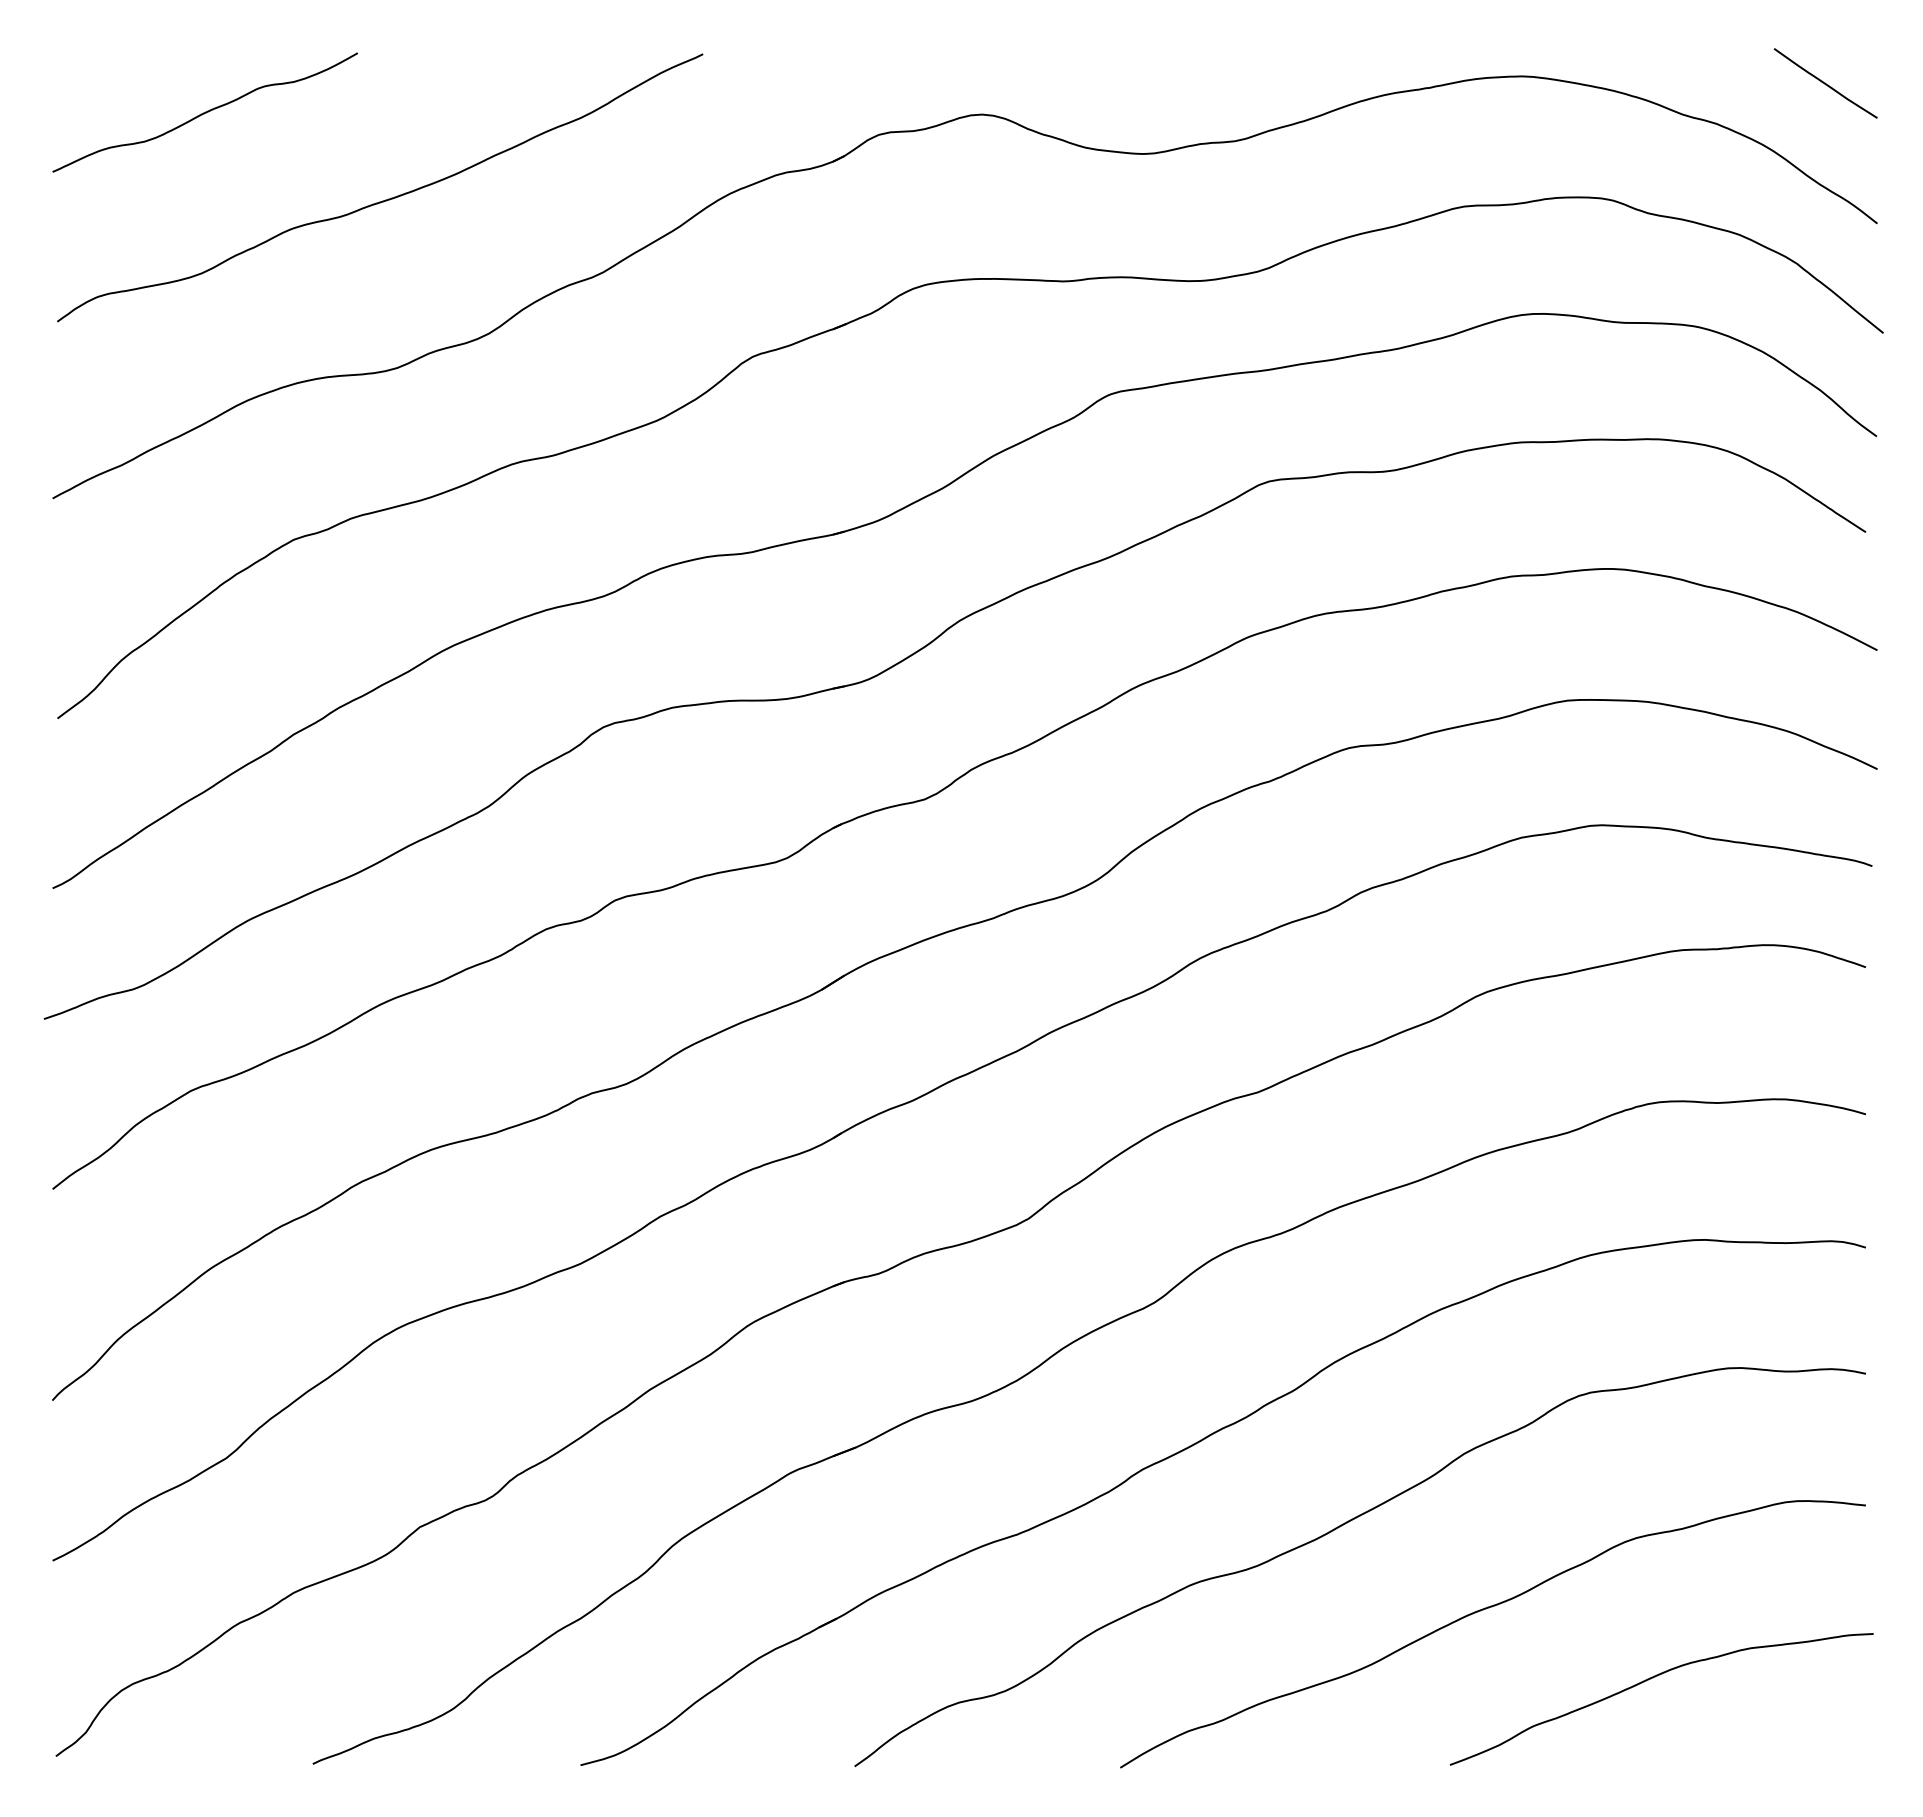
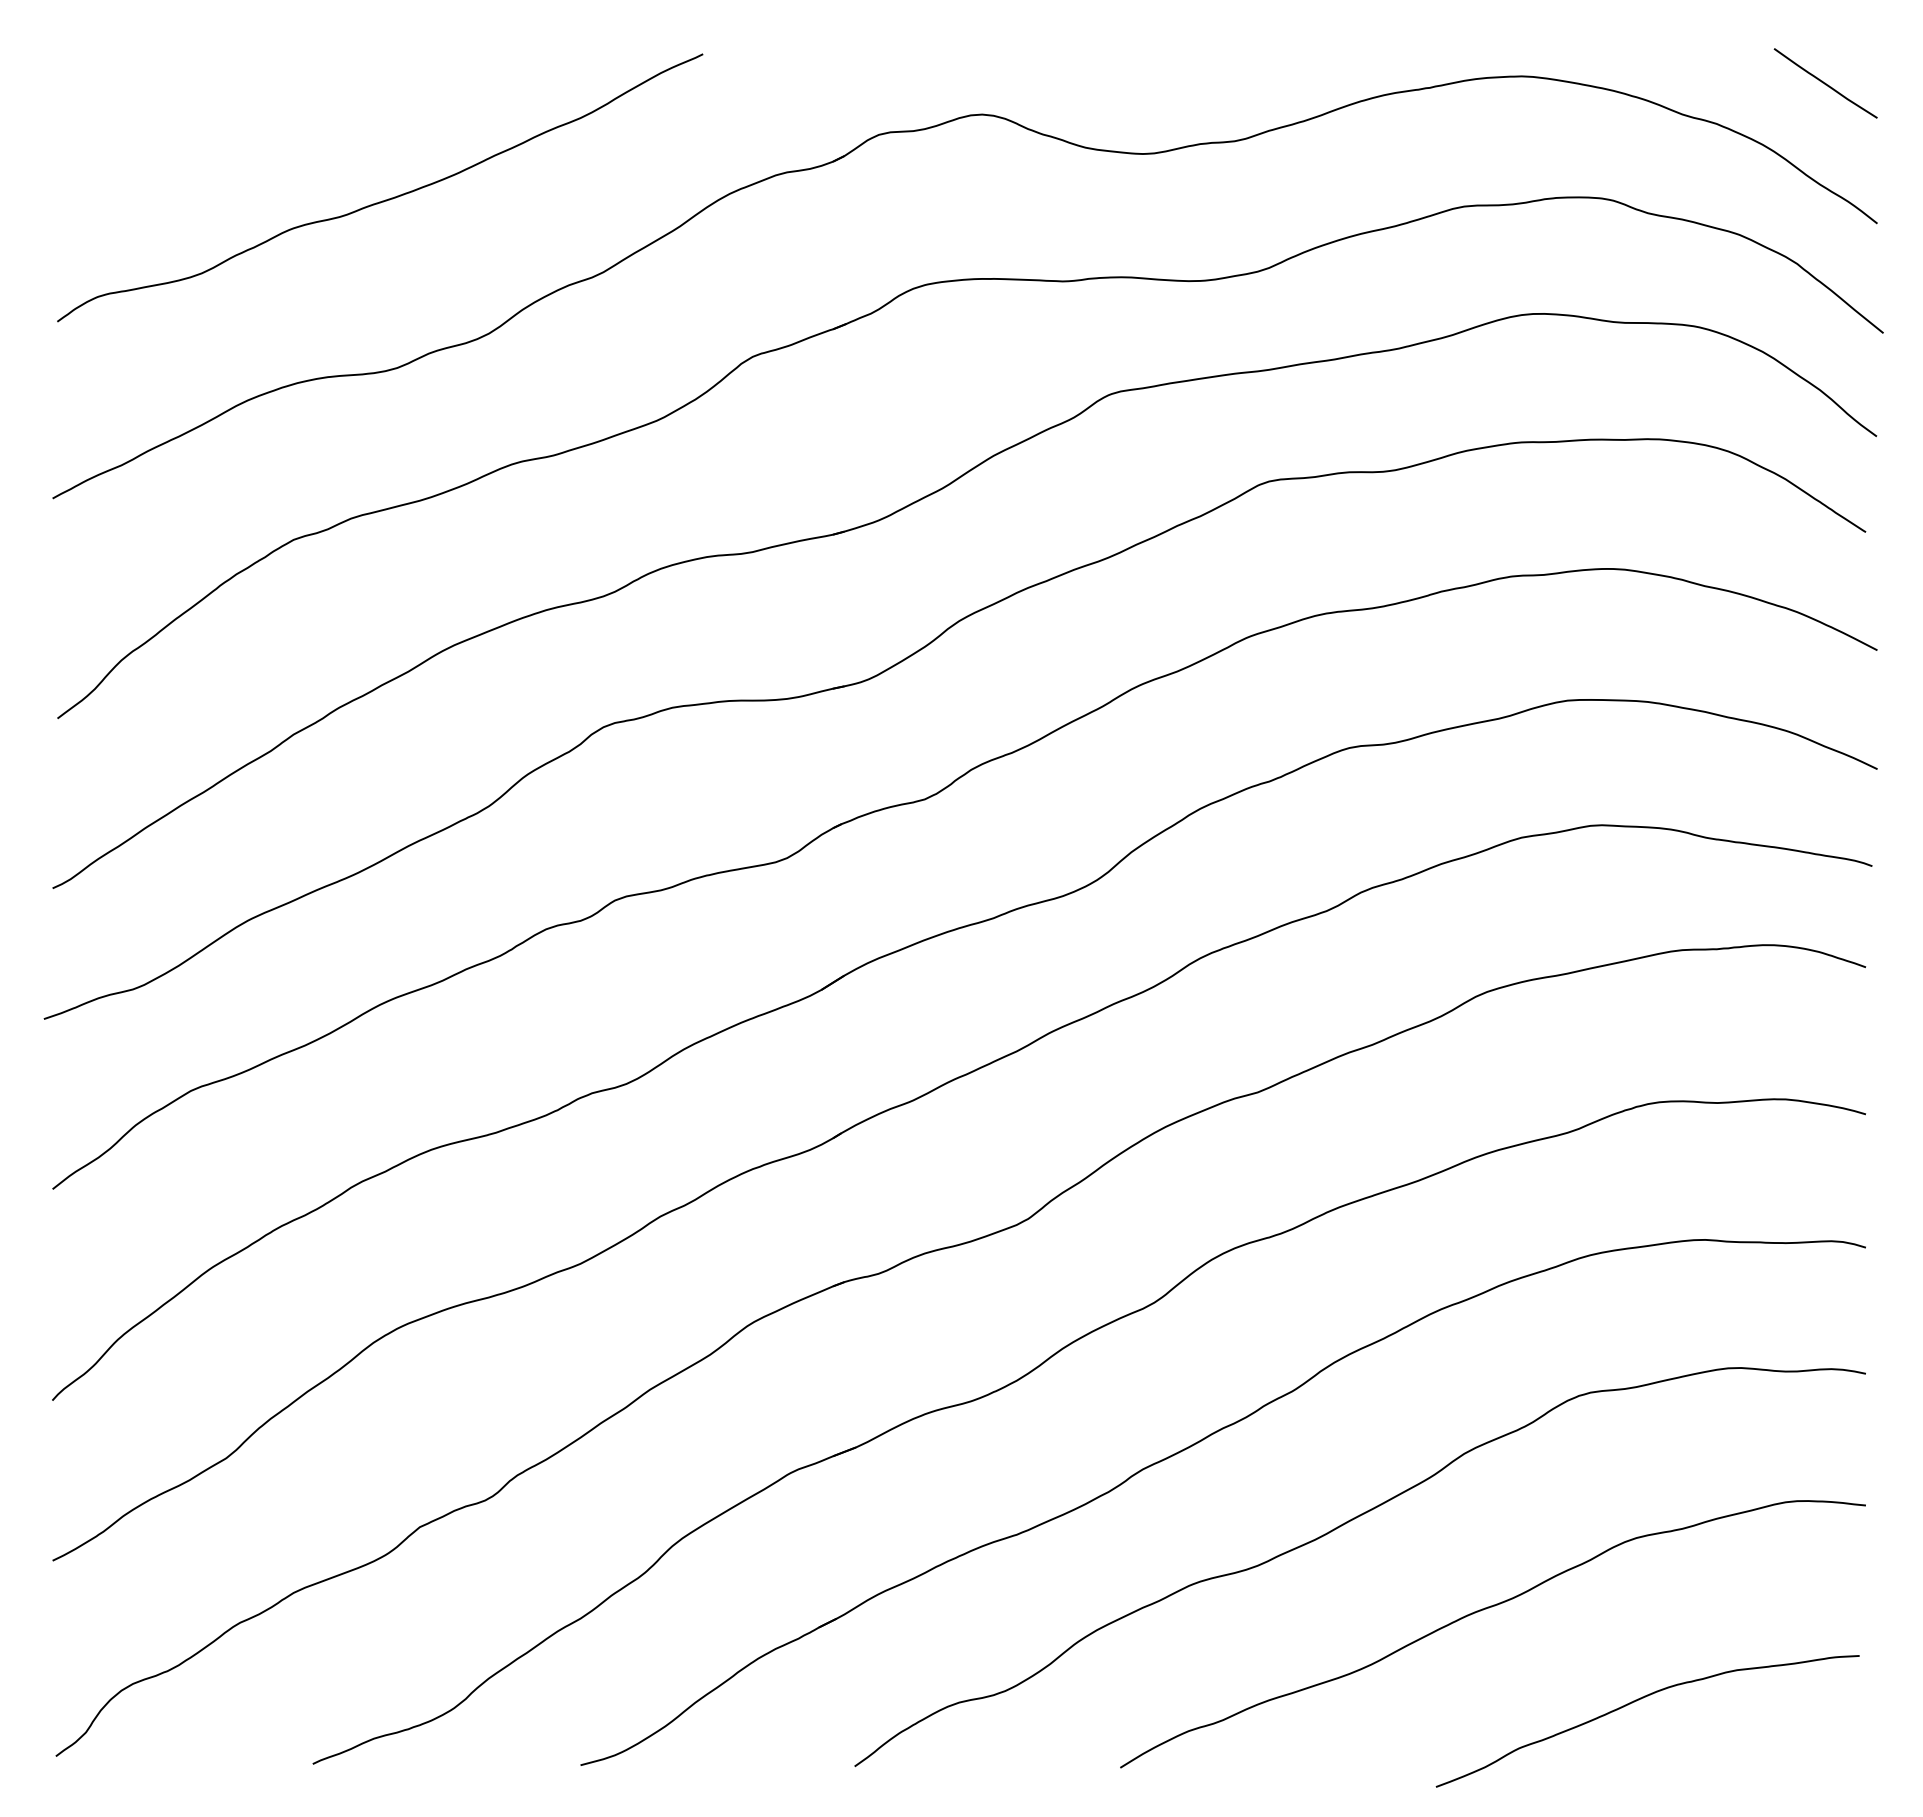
curve at (204, 112): present -> none
curve at (1653, 1678) position: (1653, 1678) -> (1639, 1700)
